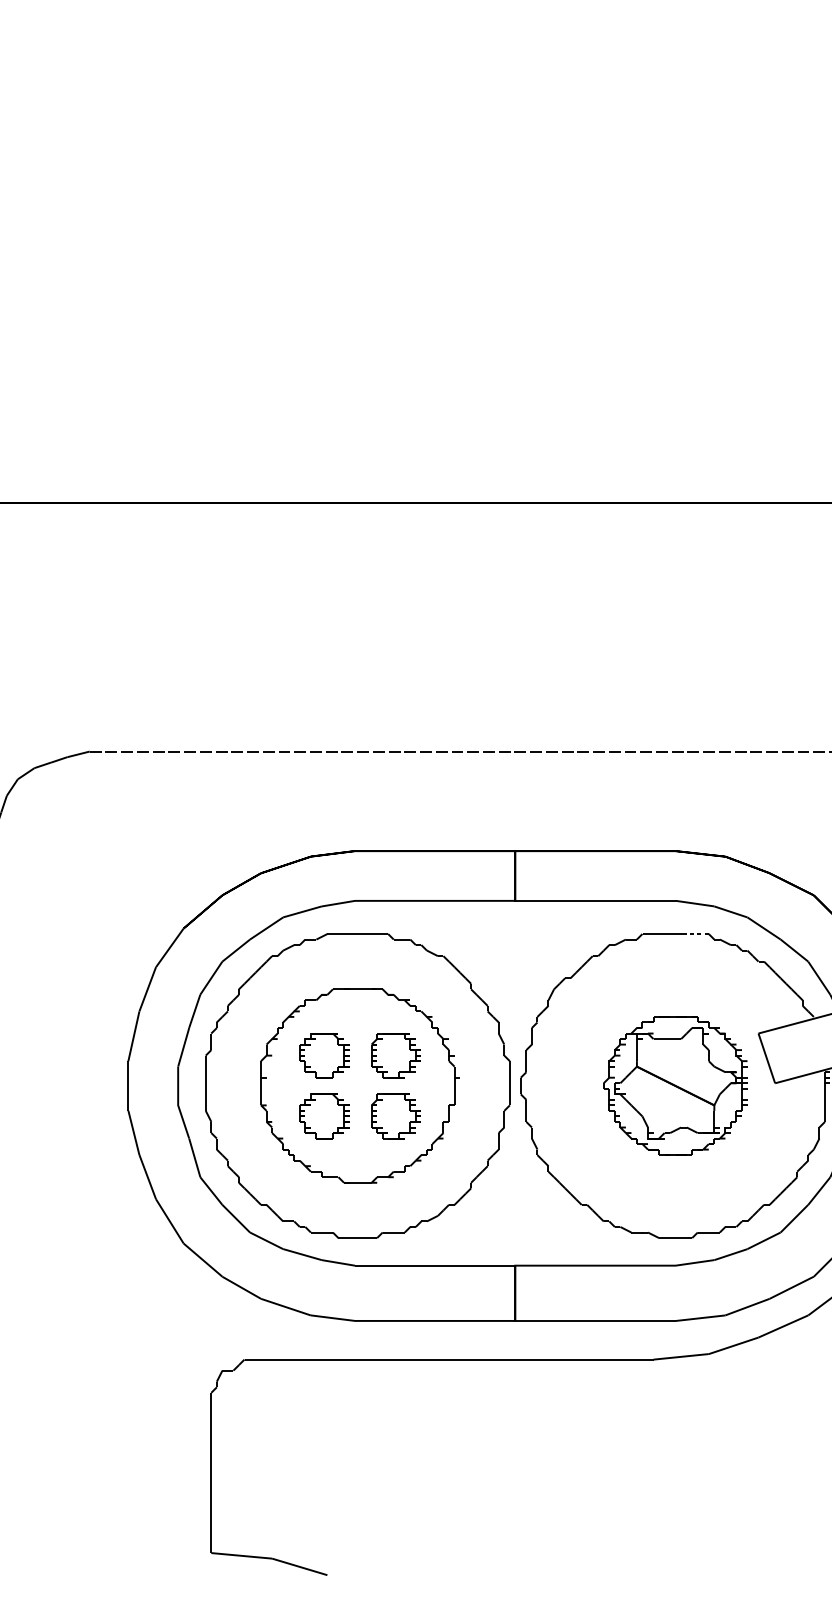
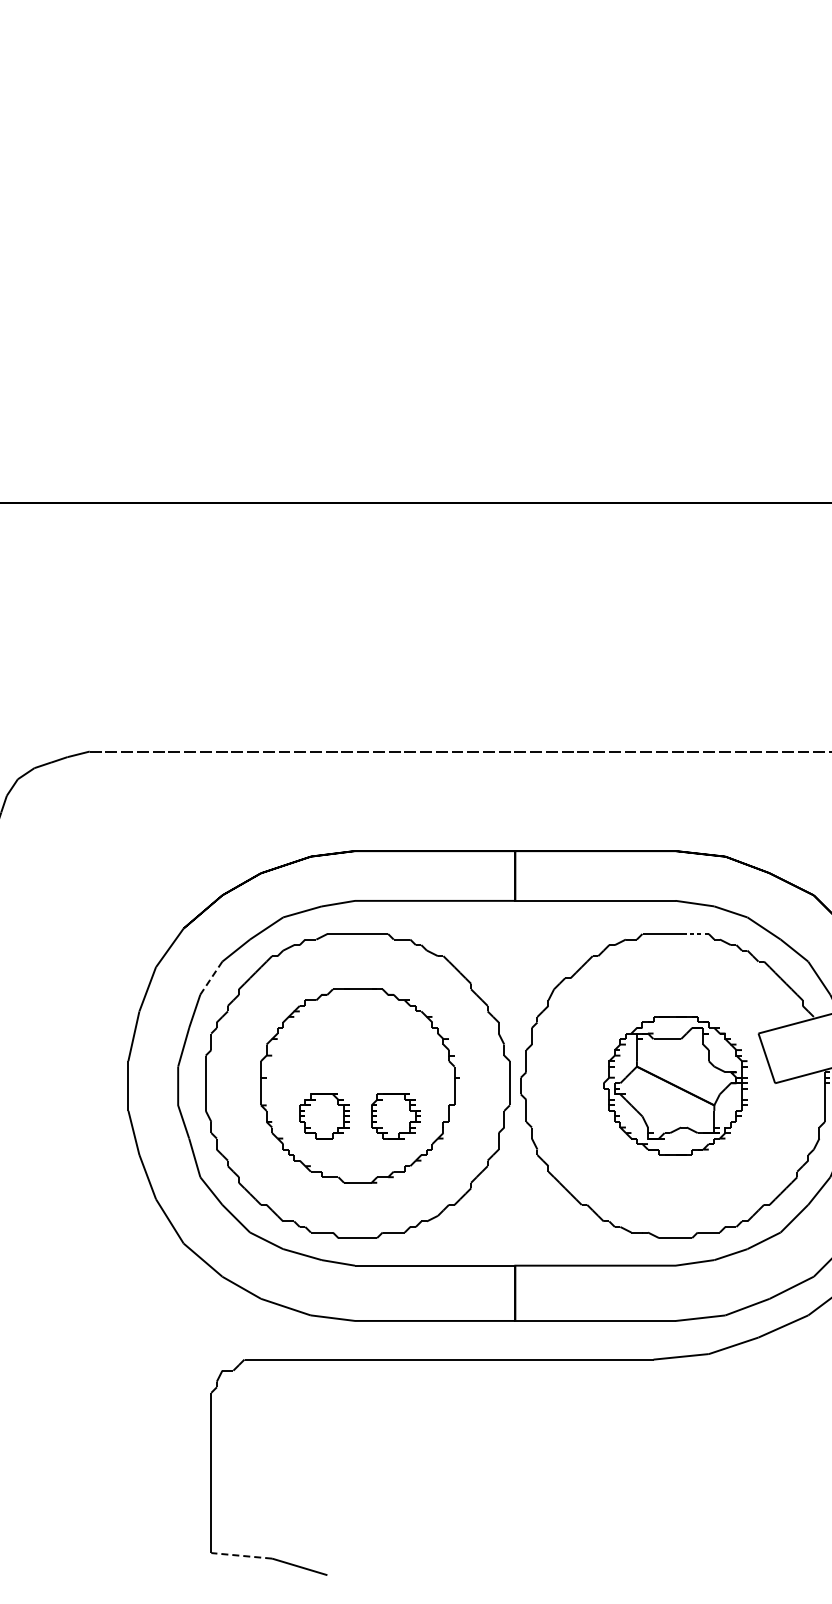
line at (211, 978): solid -> dashed
part at (324, 1055): present -> none
part at (395, 1055): present -> none
line at (241, 1555): solid -> dashed
